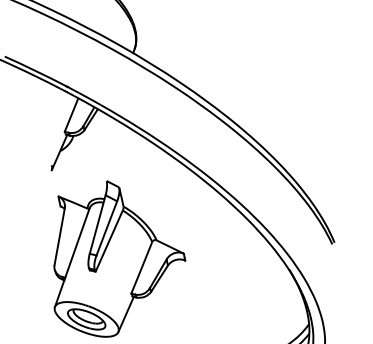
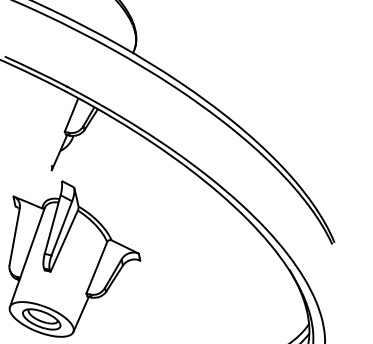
part at (119, 258) position: (119, 258) -> (74, 258)
